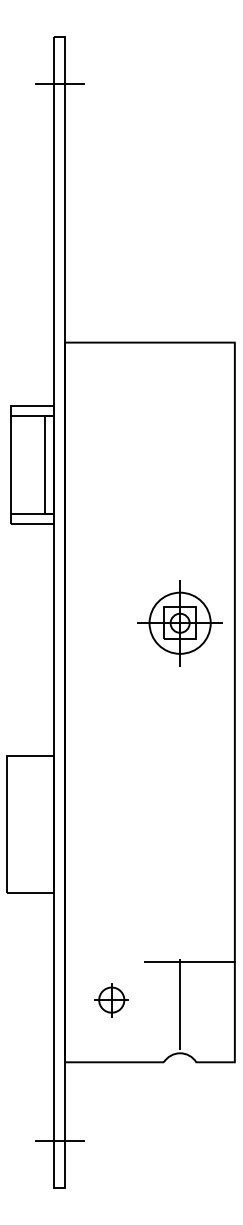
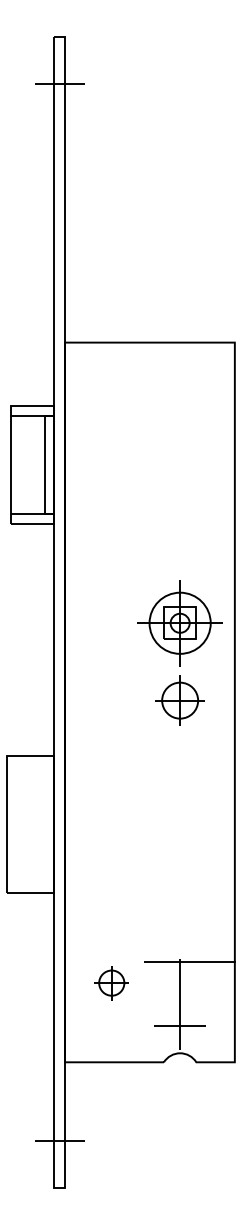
part at (179, 700): none -> present
part at (111, 1000) position: (111, 1000) -> (111, 983)
line at (179, 1026): none -> present
